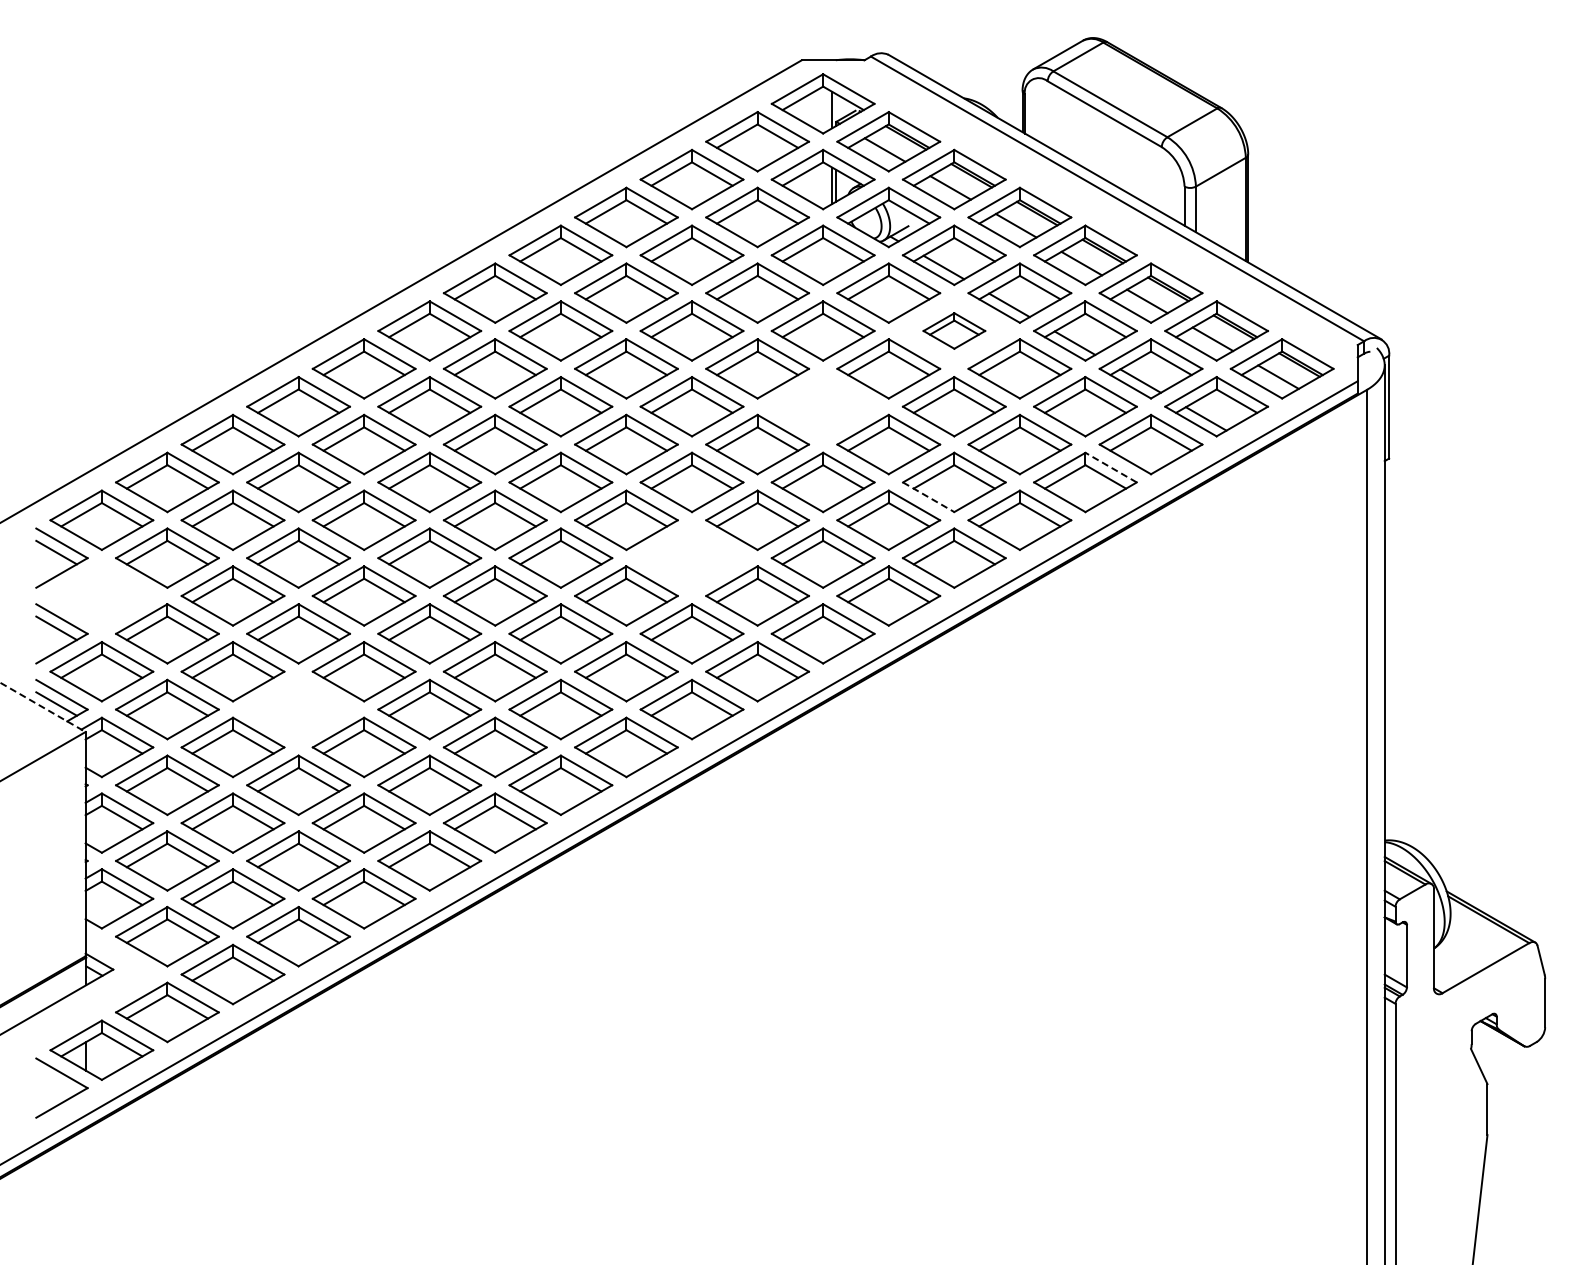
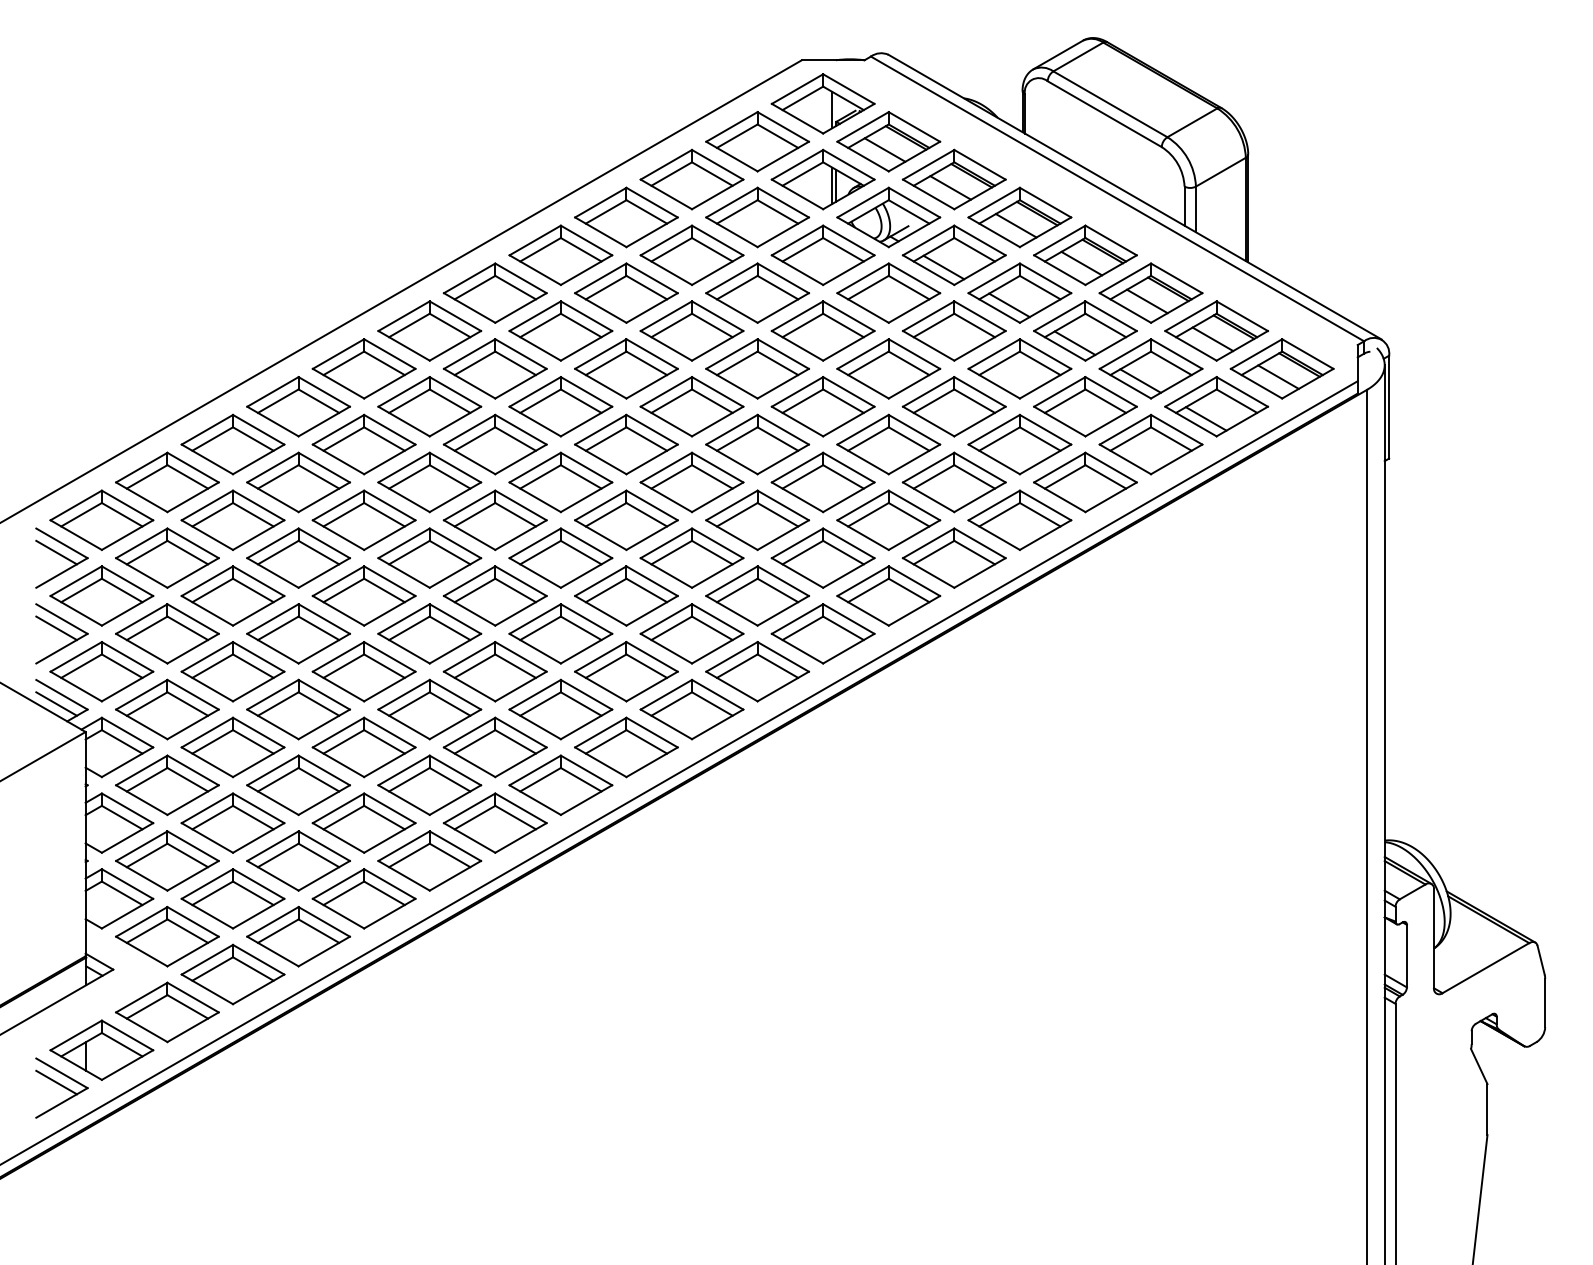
part at (954, 330) size: 65x38 px -> 105x62 px
part at (822, 406): none -> present
line at (1111, 467): dashed -> solid
line at (928, 497): dashed -> solid
part at (691, 557): none -> present
part at (101, 595): none -> present
line at (43, 707): dashed -> solid
part at (298, 709): none -> present
line at (56, 1082): none -> present
